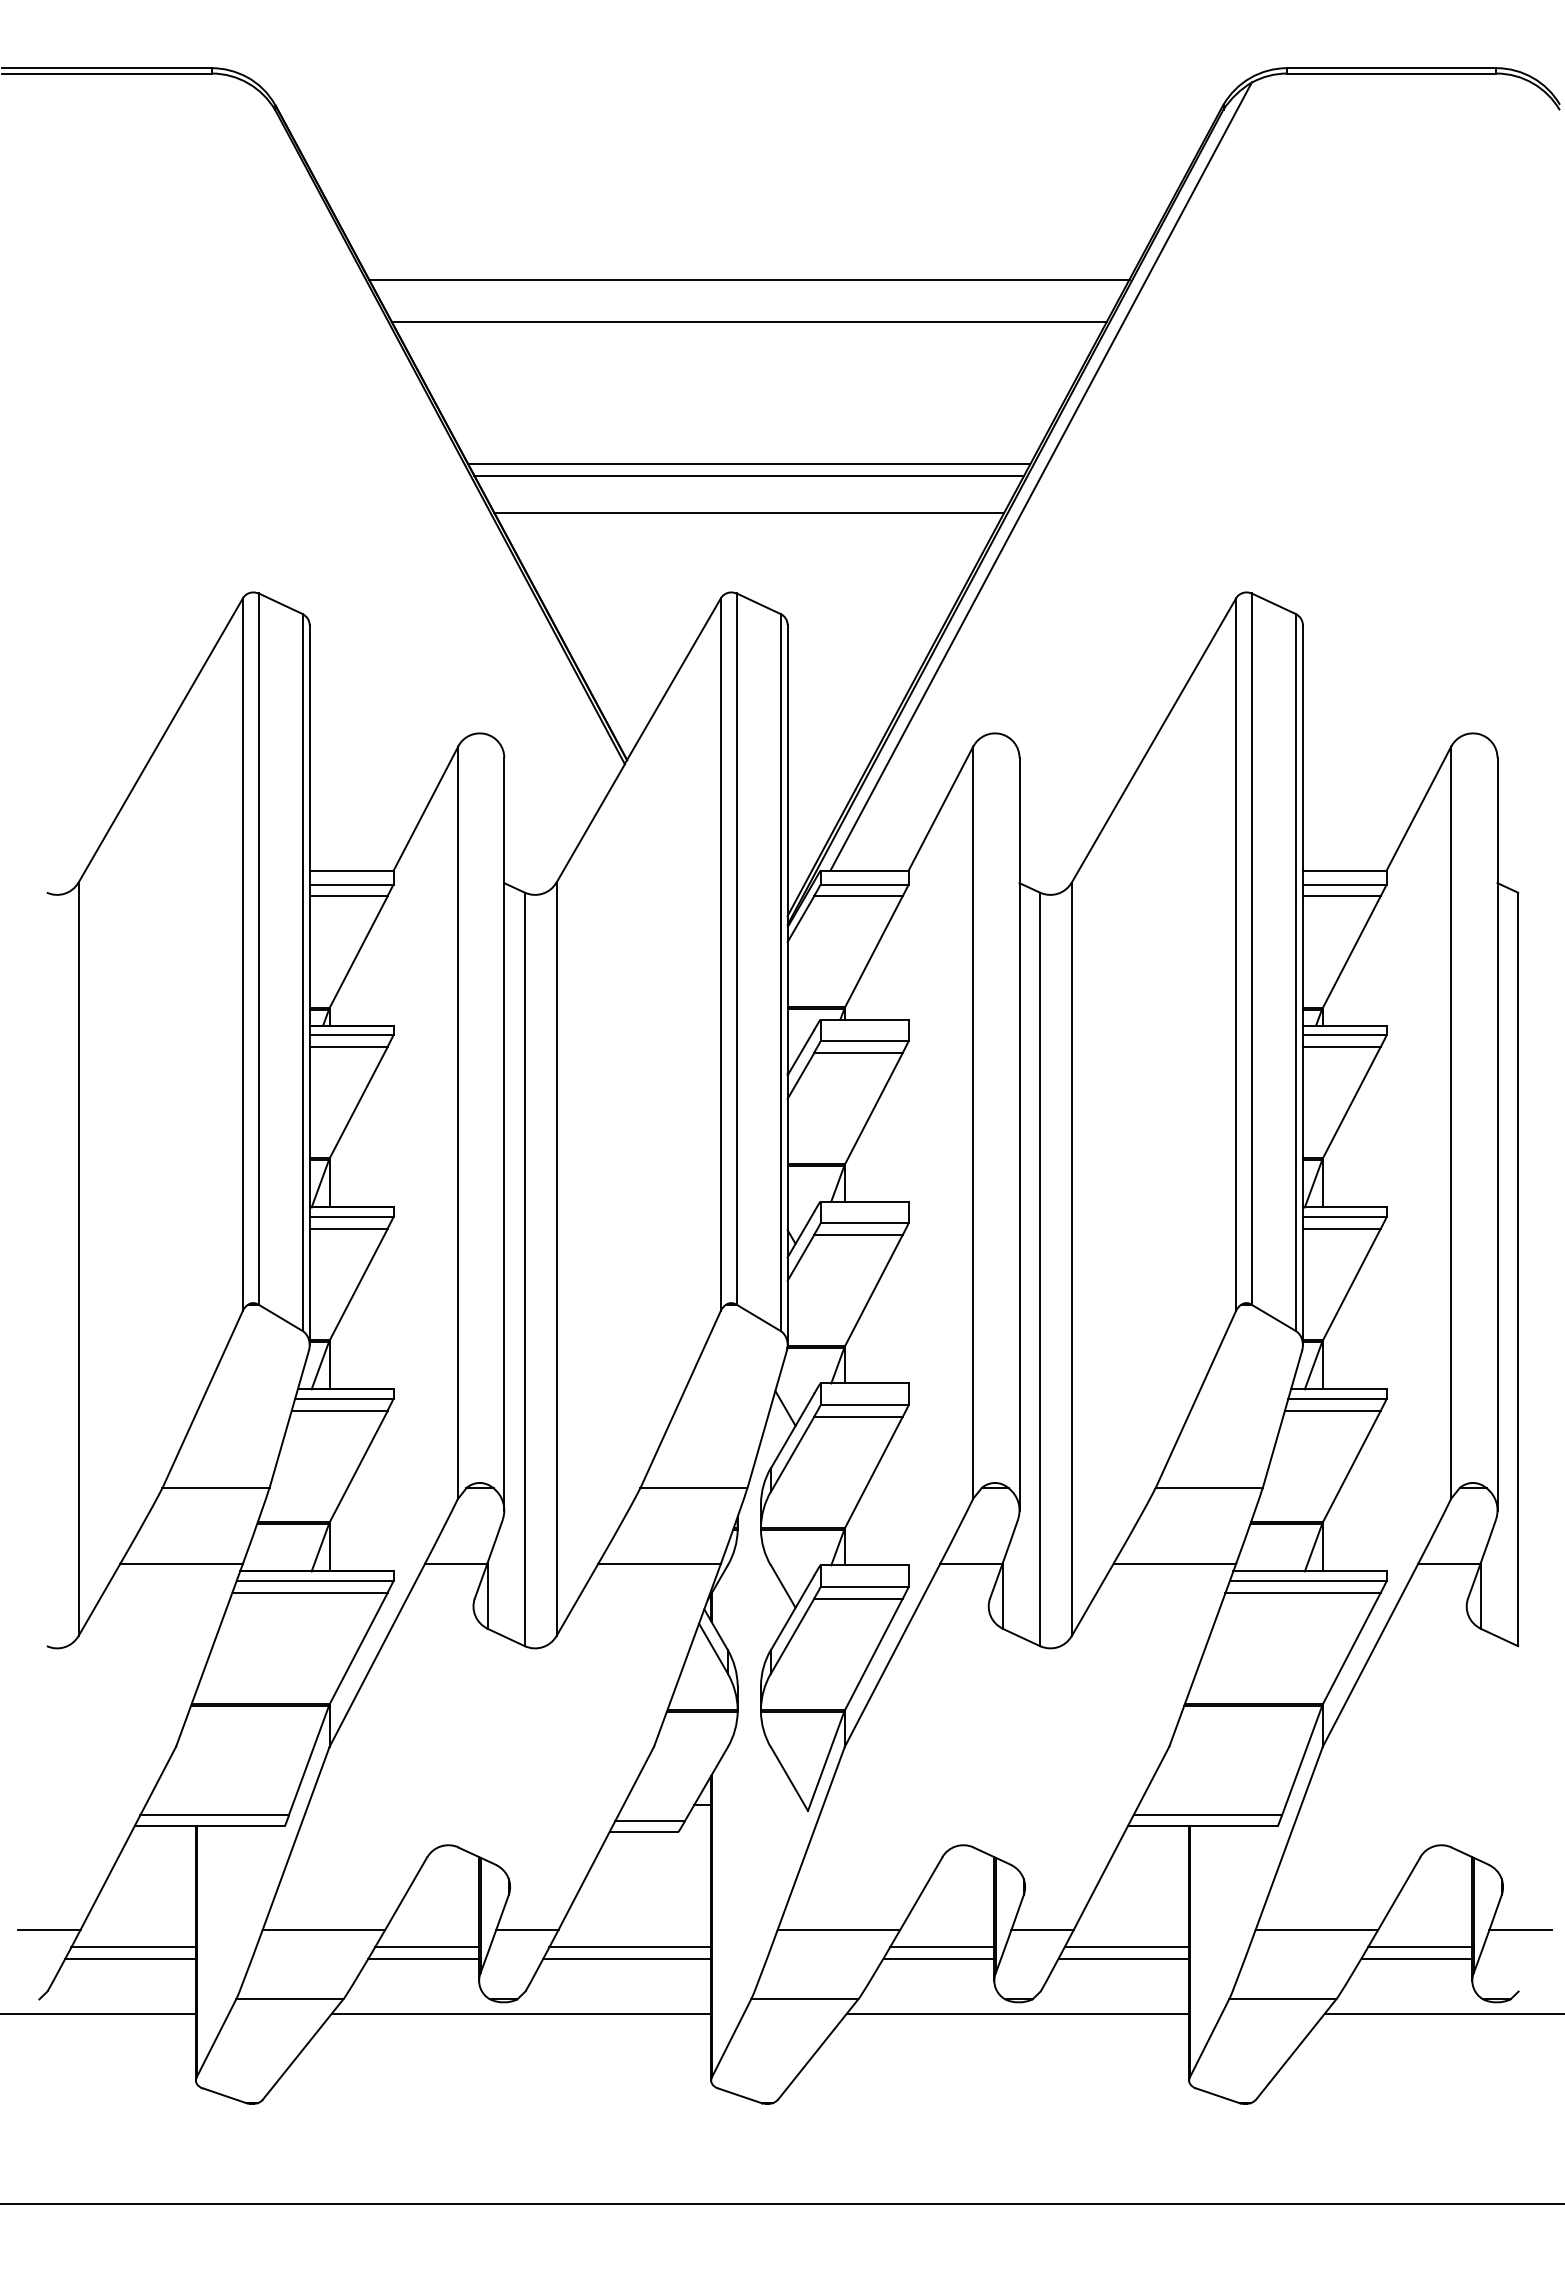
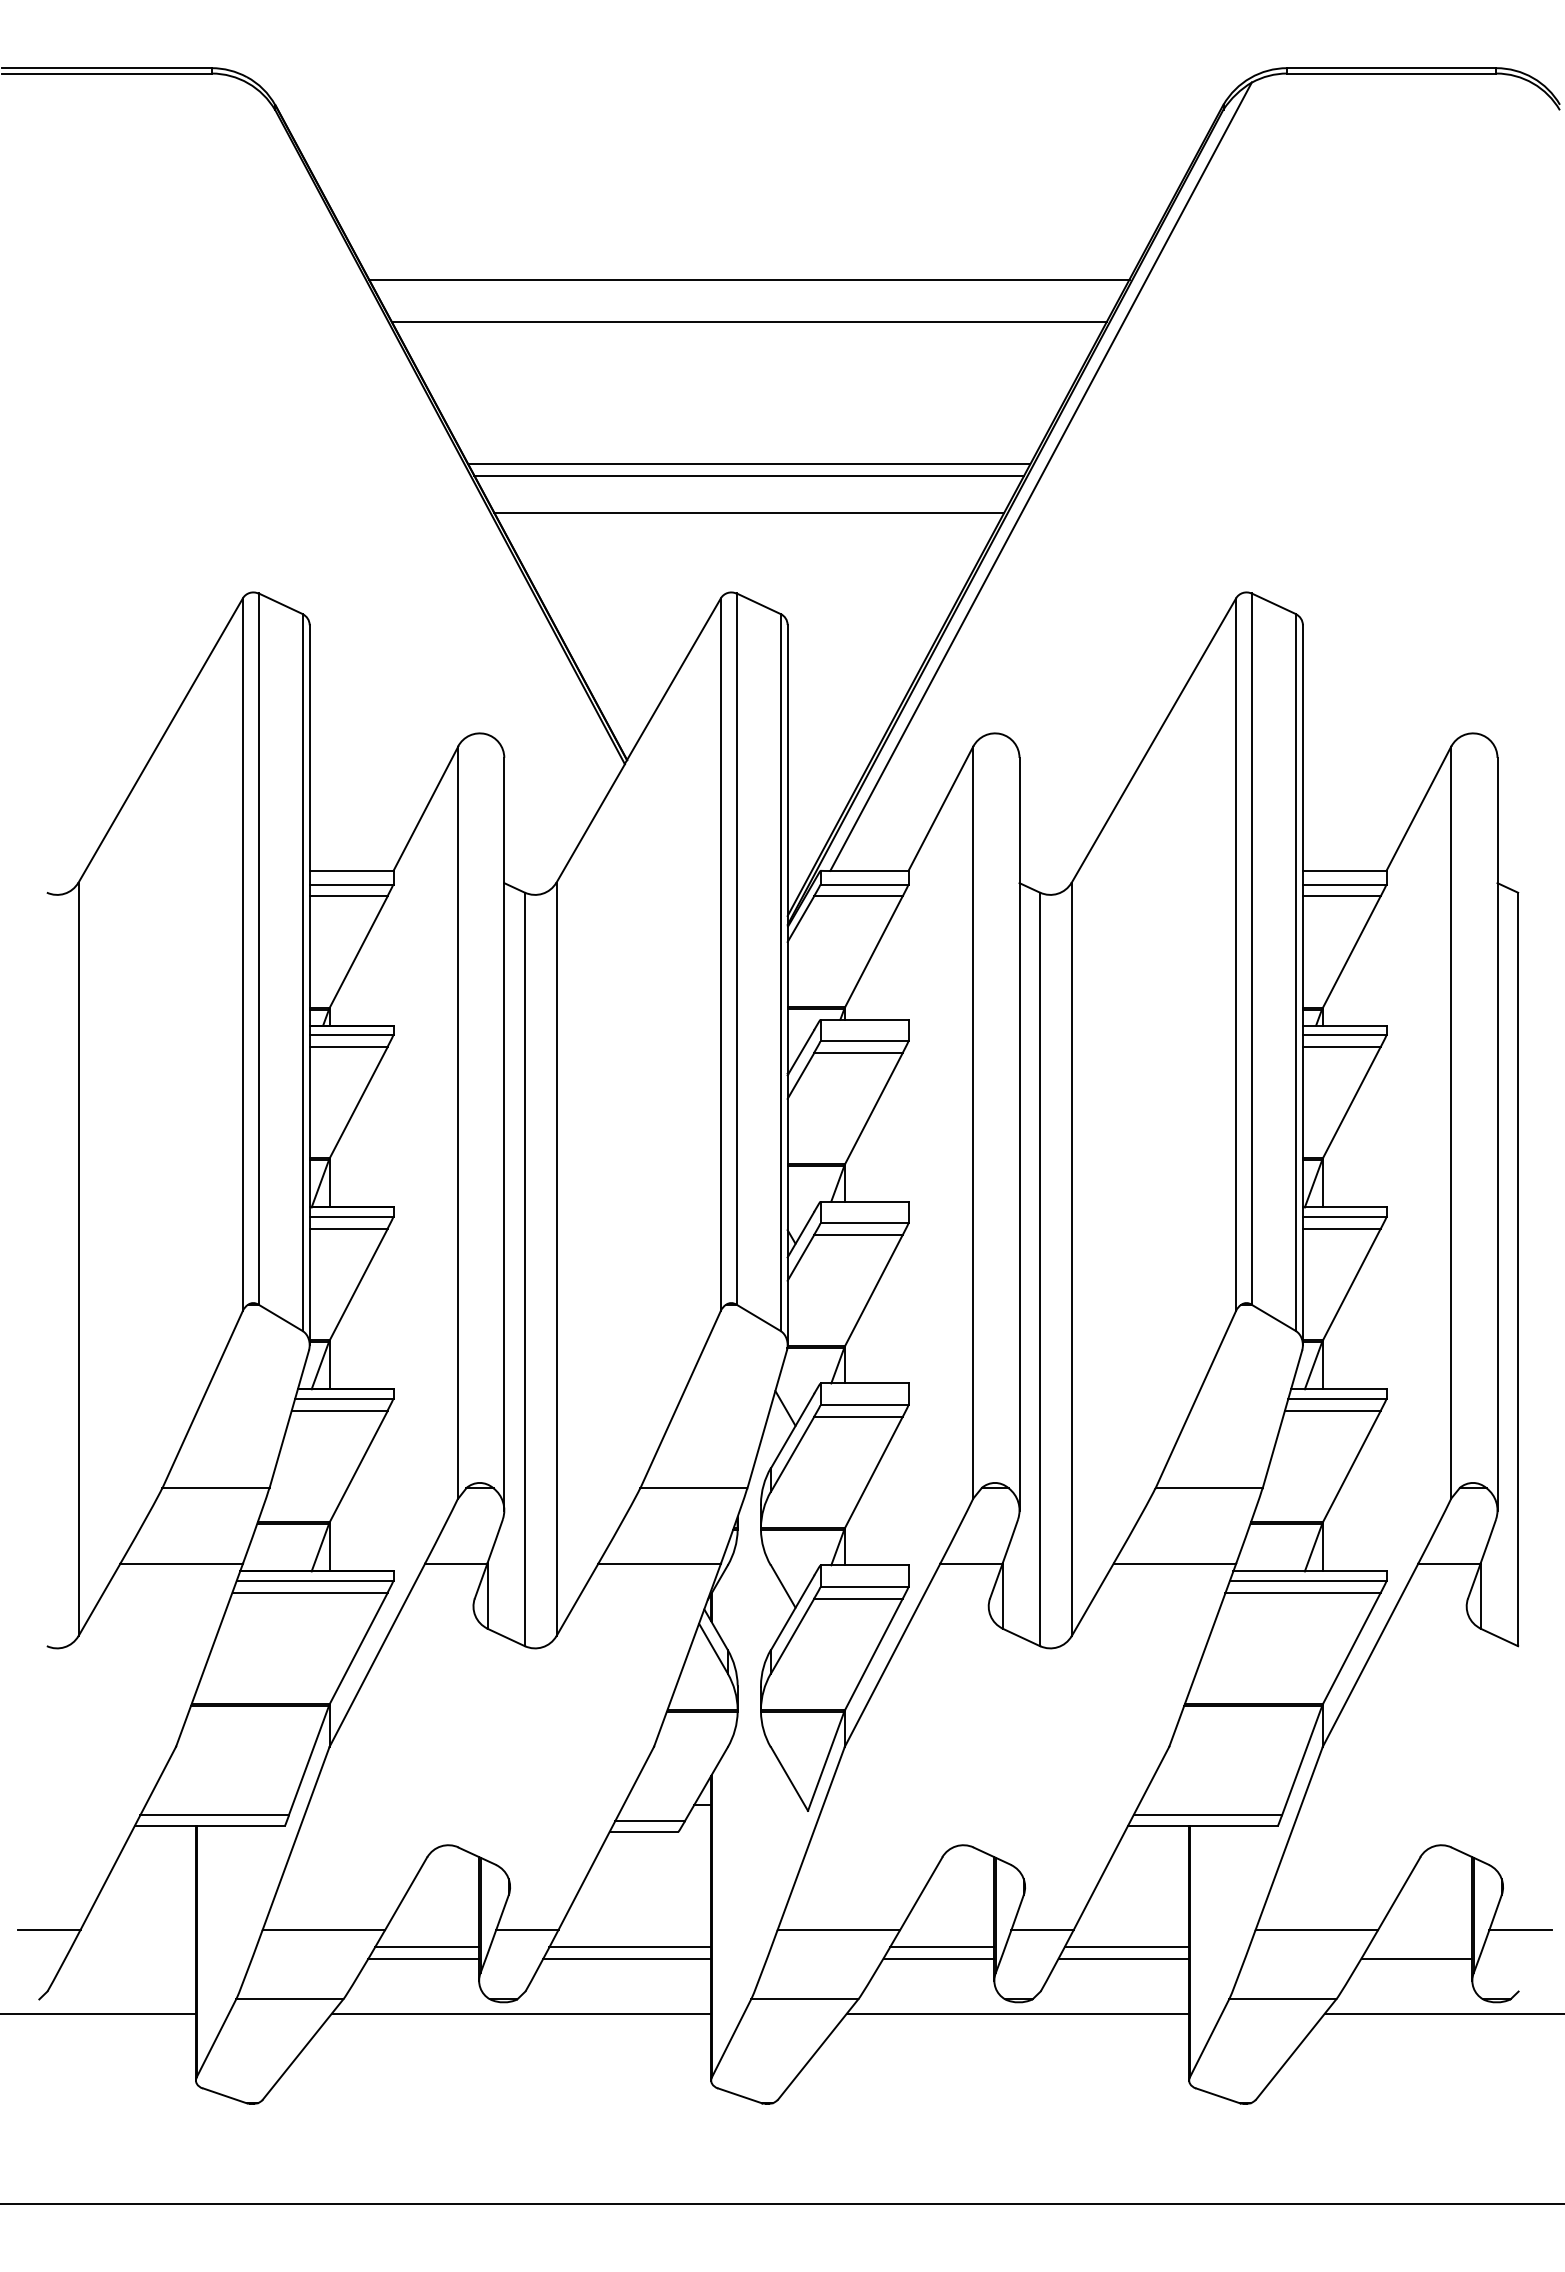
line at (133, 1947): present -> none
line at (1420, 1947): present -> none
line at (130, 1958): present -> none
